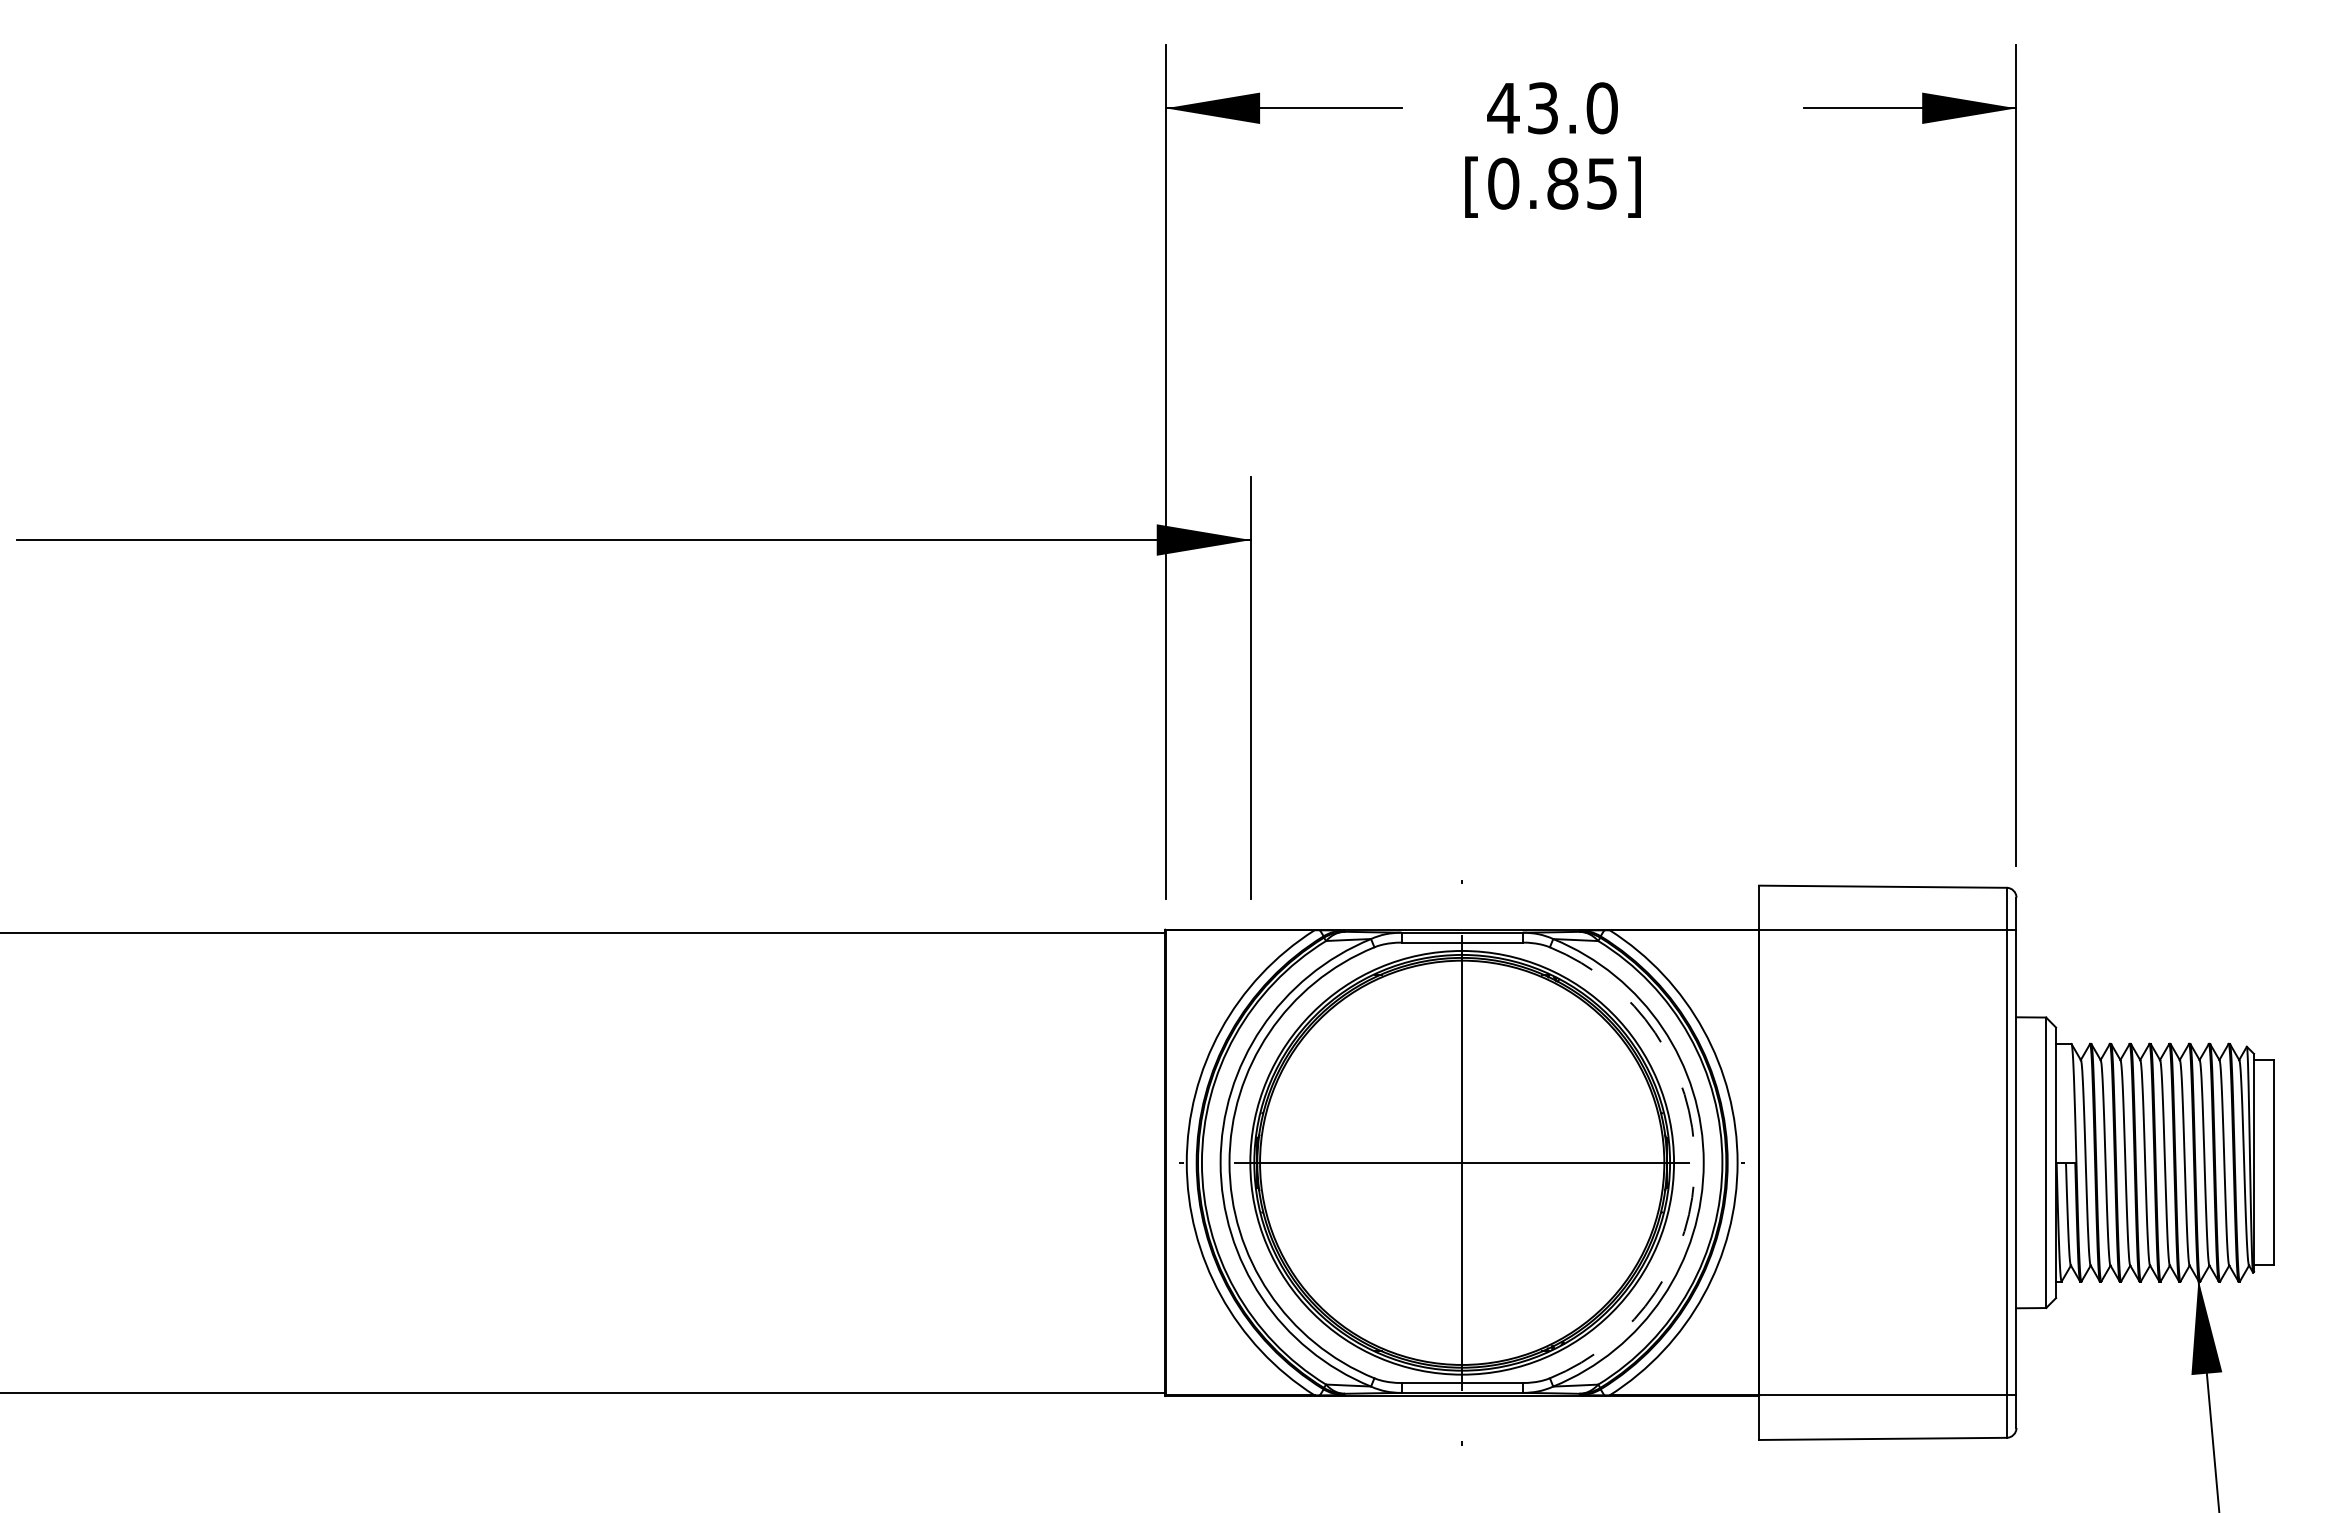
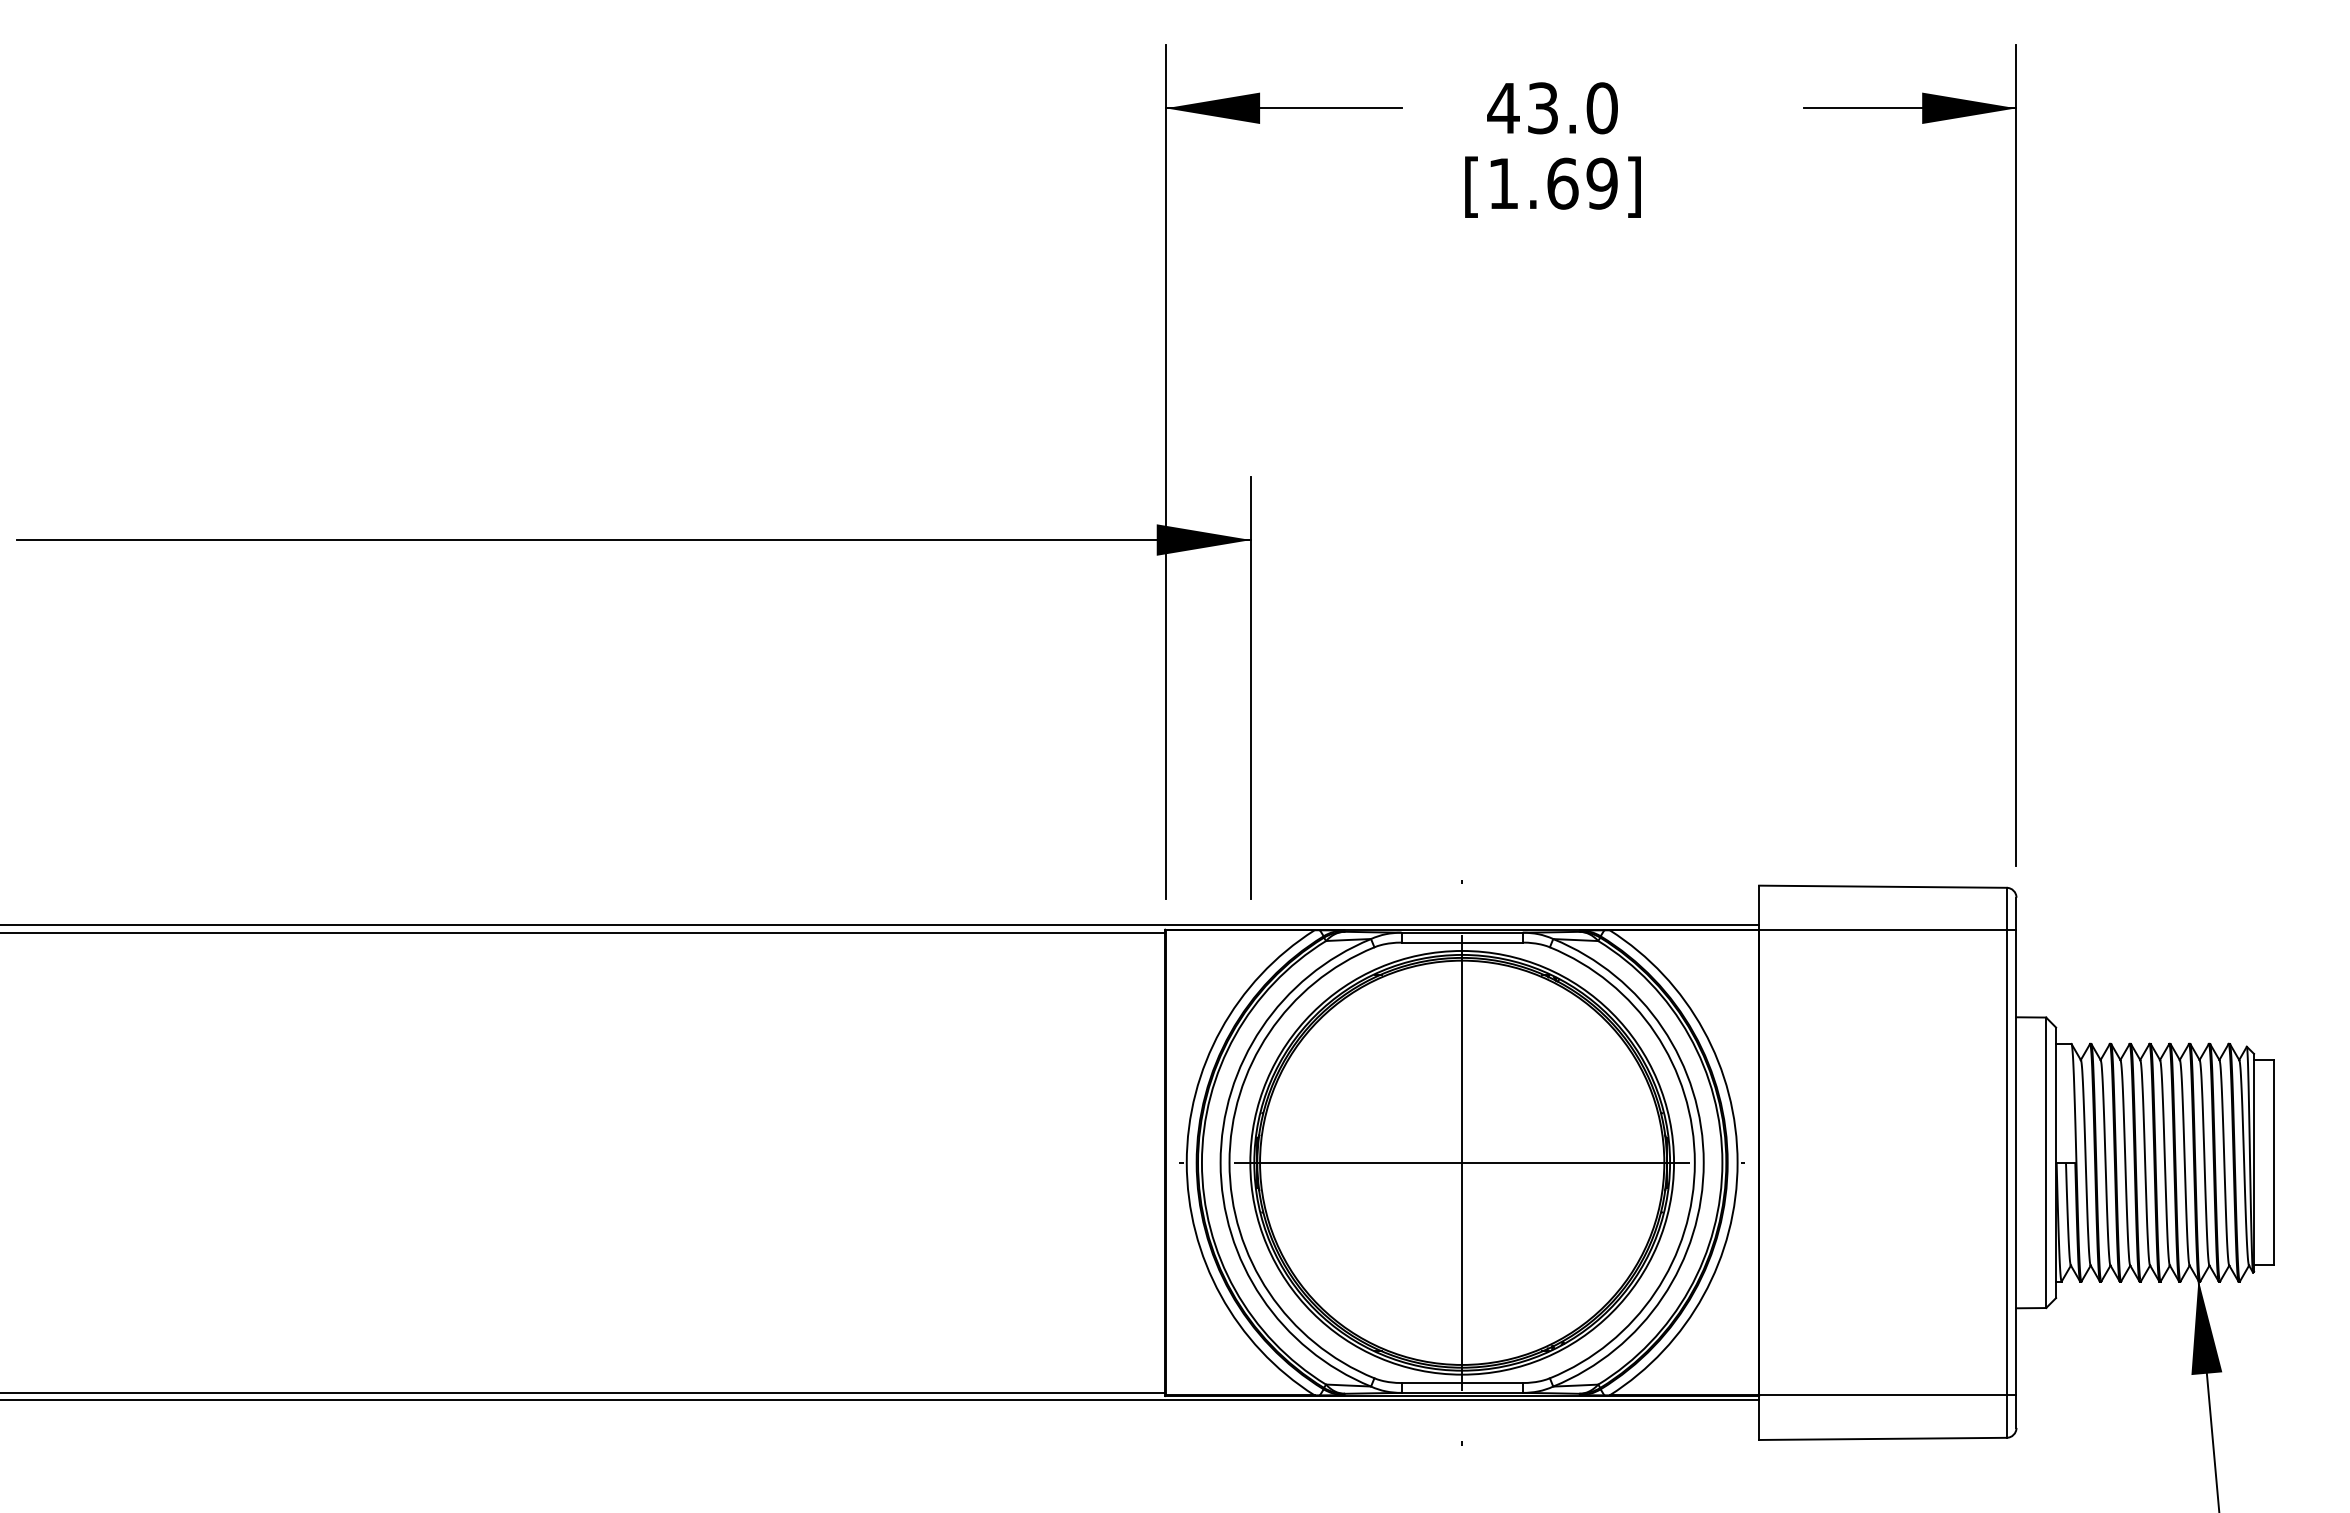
text at (1552, 183): [0.85] -> [1.69]
line at (880, 925): none -> present
arc at (1694, 1162): dashed -> solid
line at (880, 1400): none -> present
